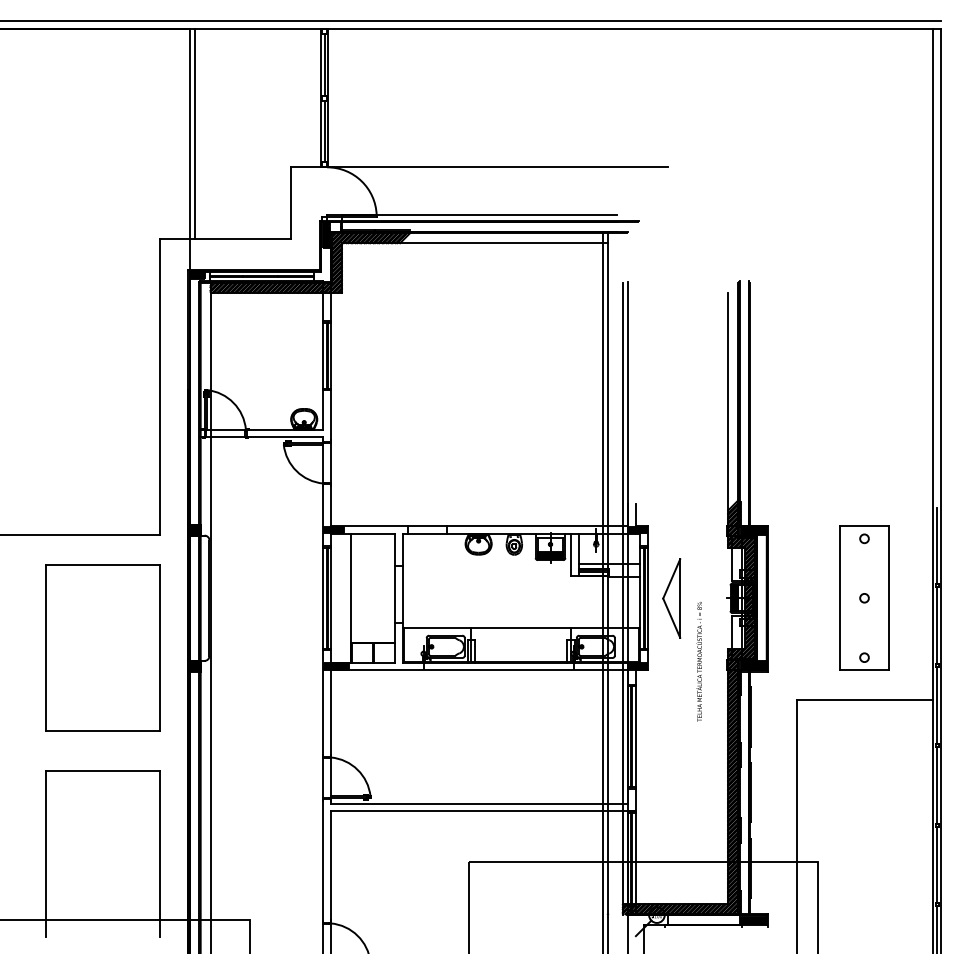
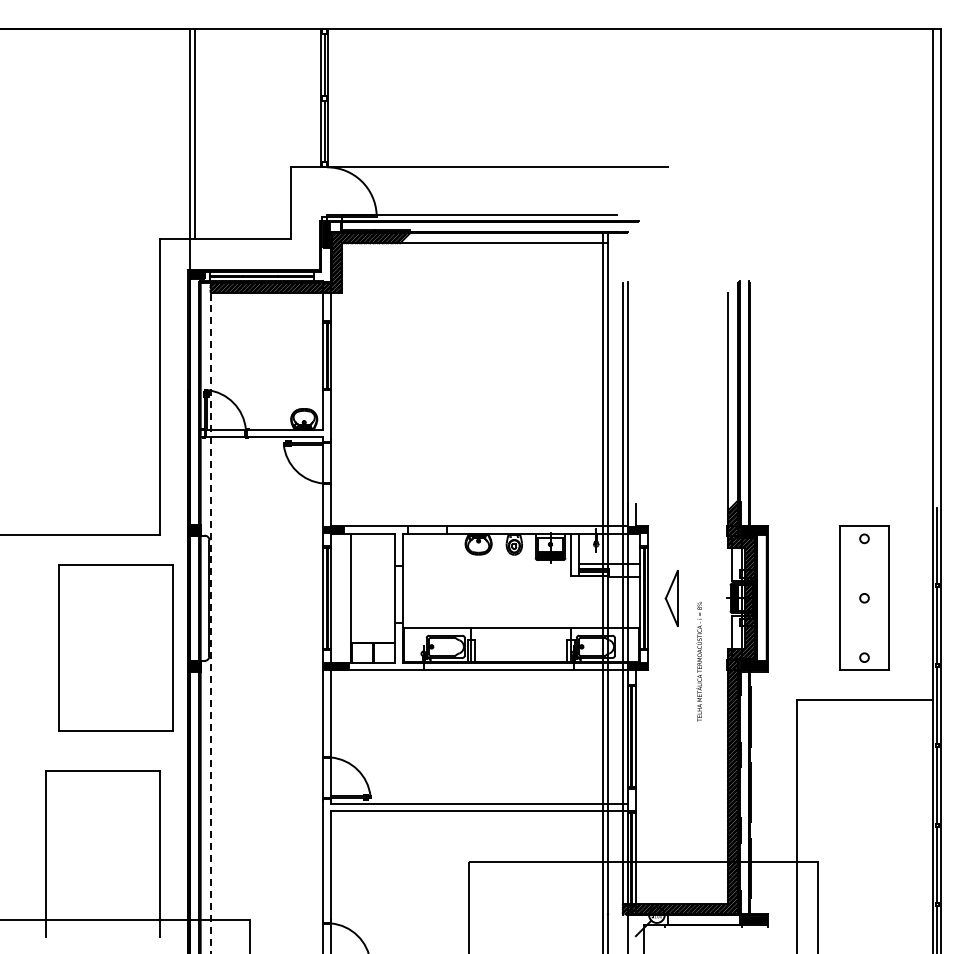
line at (471, 21): present -> none
part at (671, 598) size: 20x81 px -> 15x57 px
line at (210, 617): solid -> dashed
part at (102, 647) position: (102, 647) -> (115, 647)
